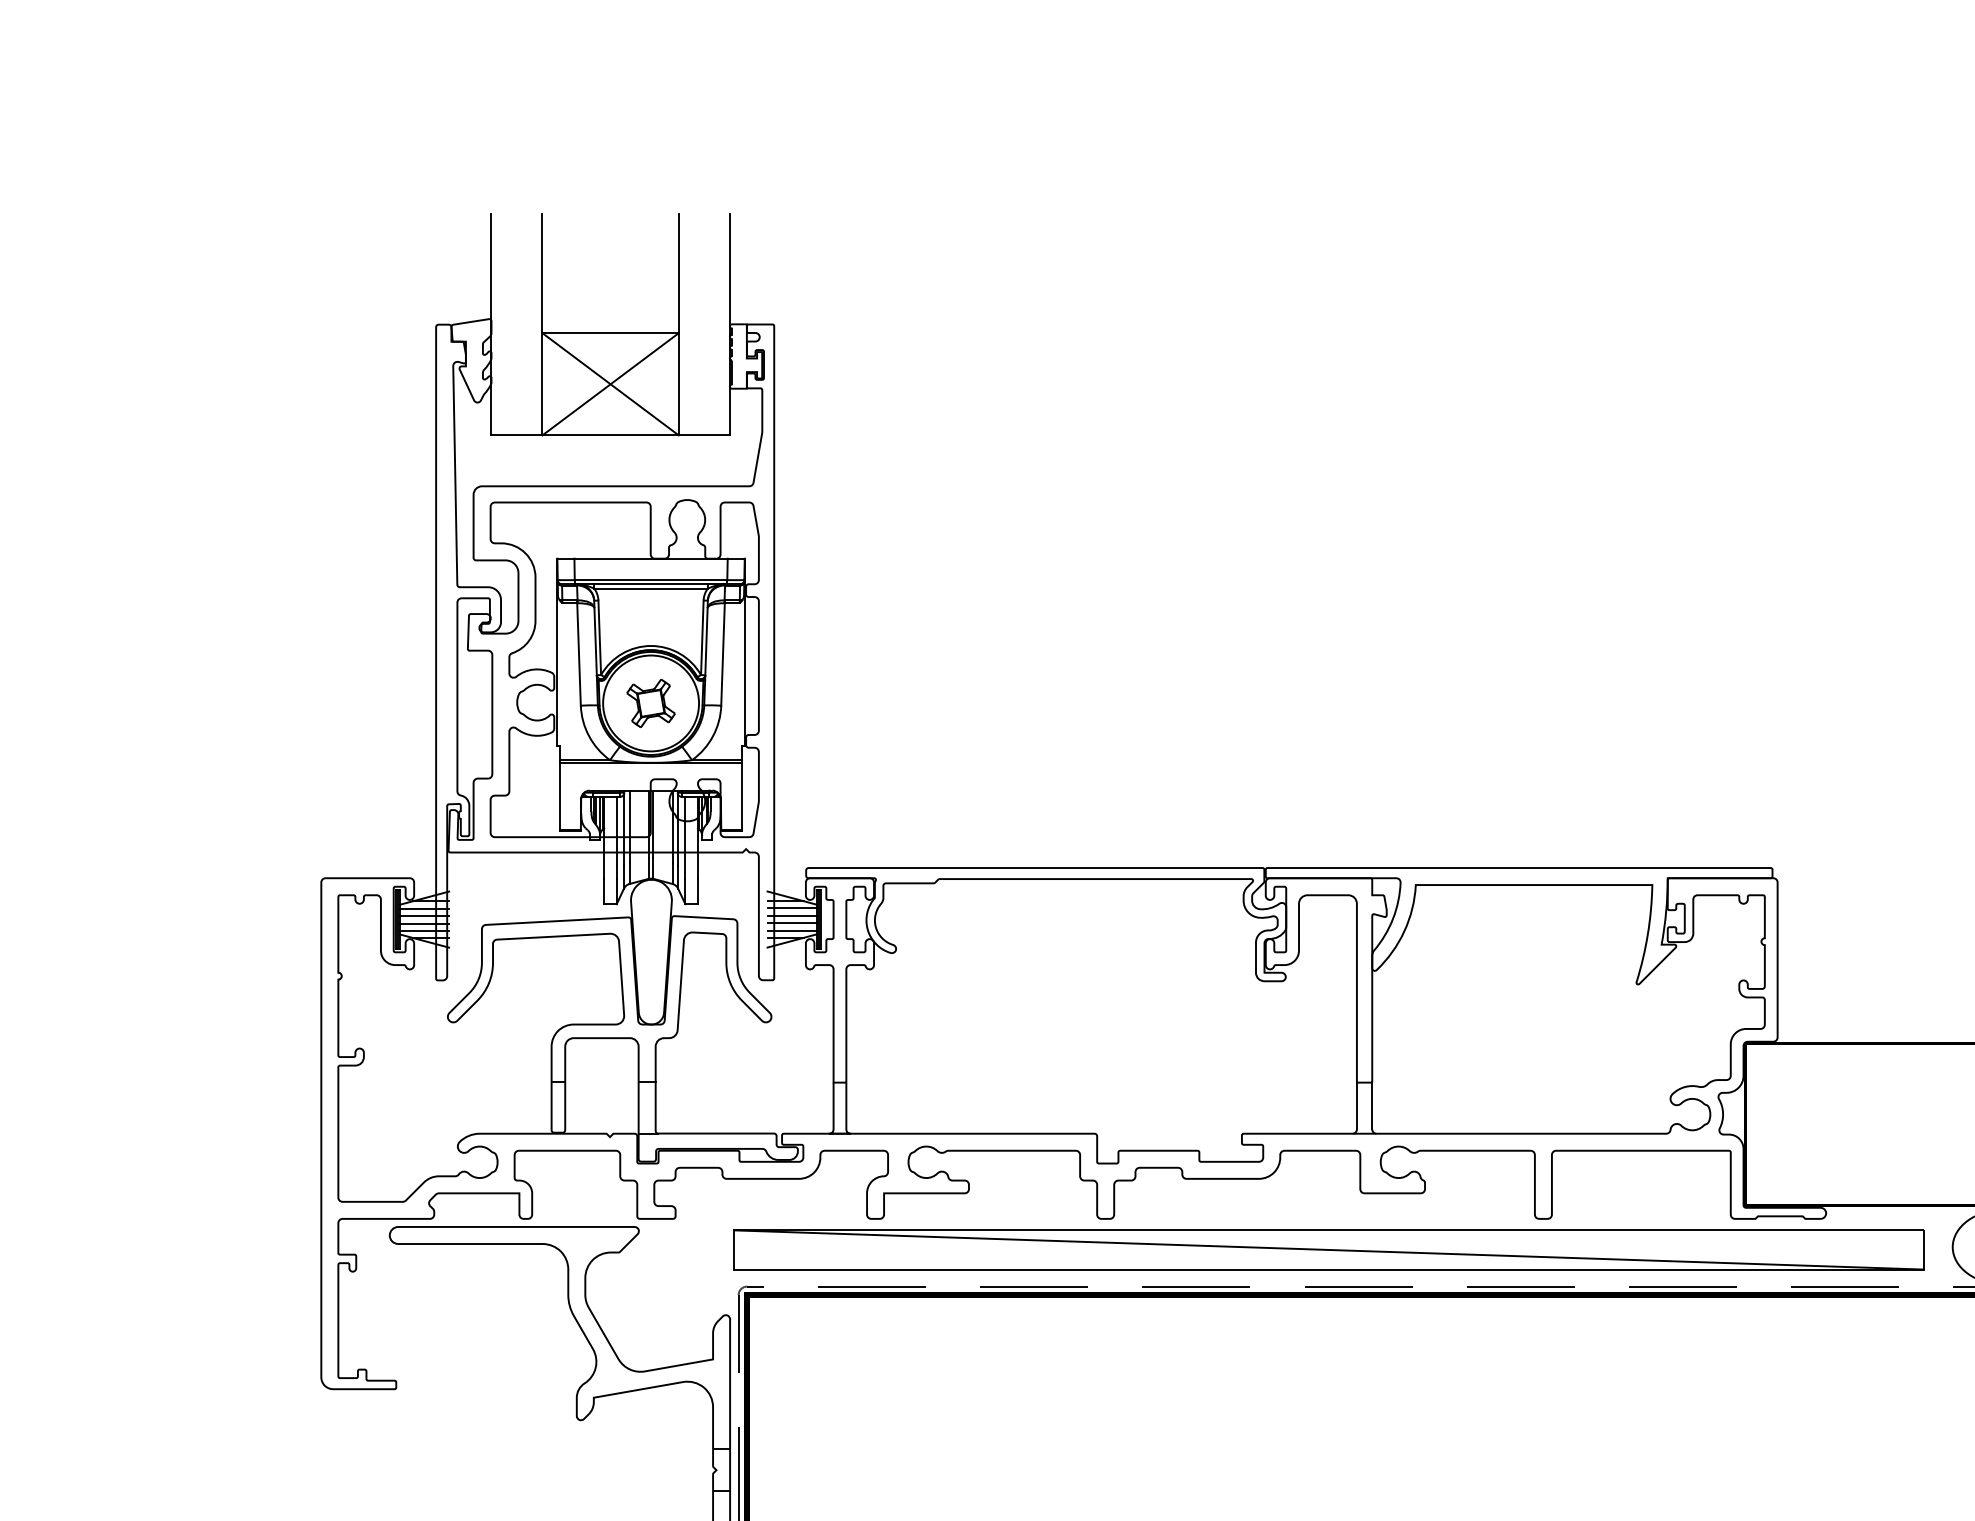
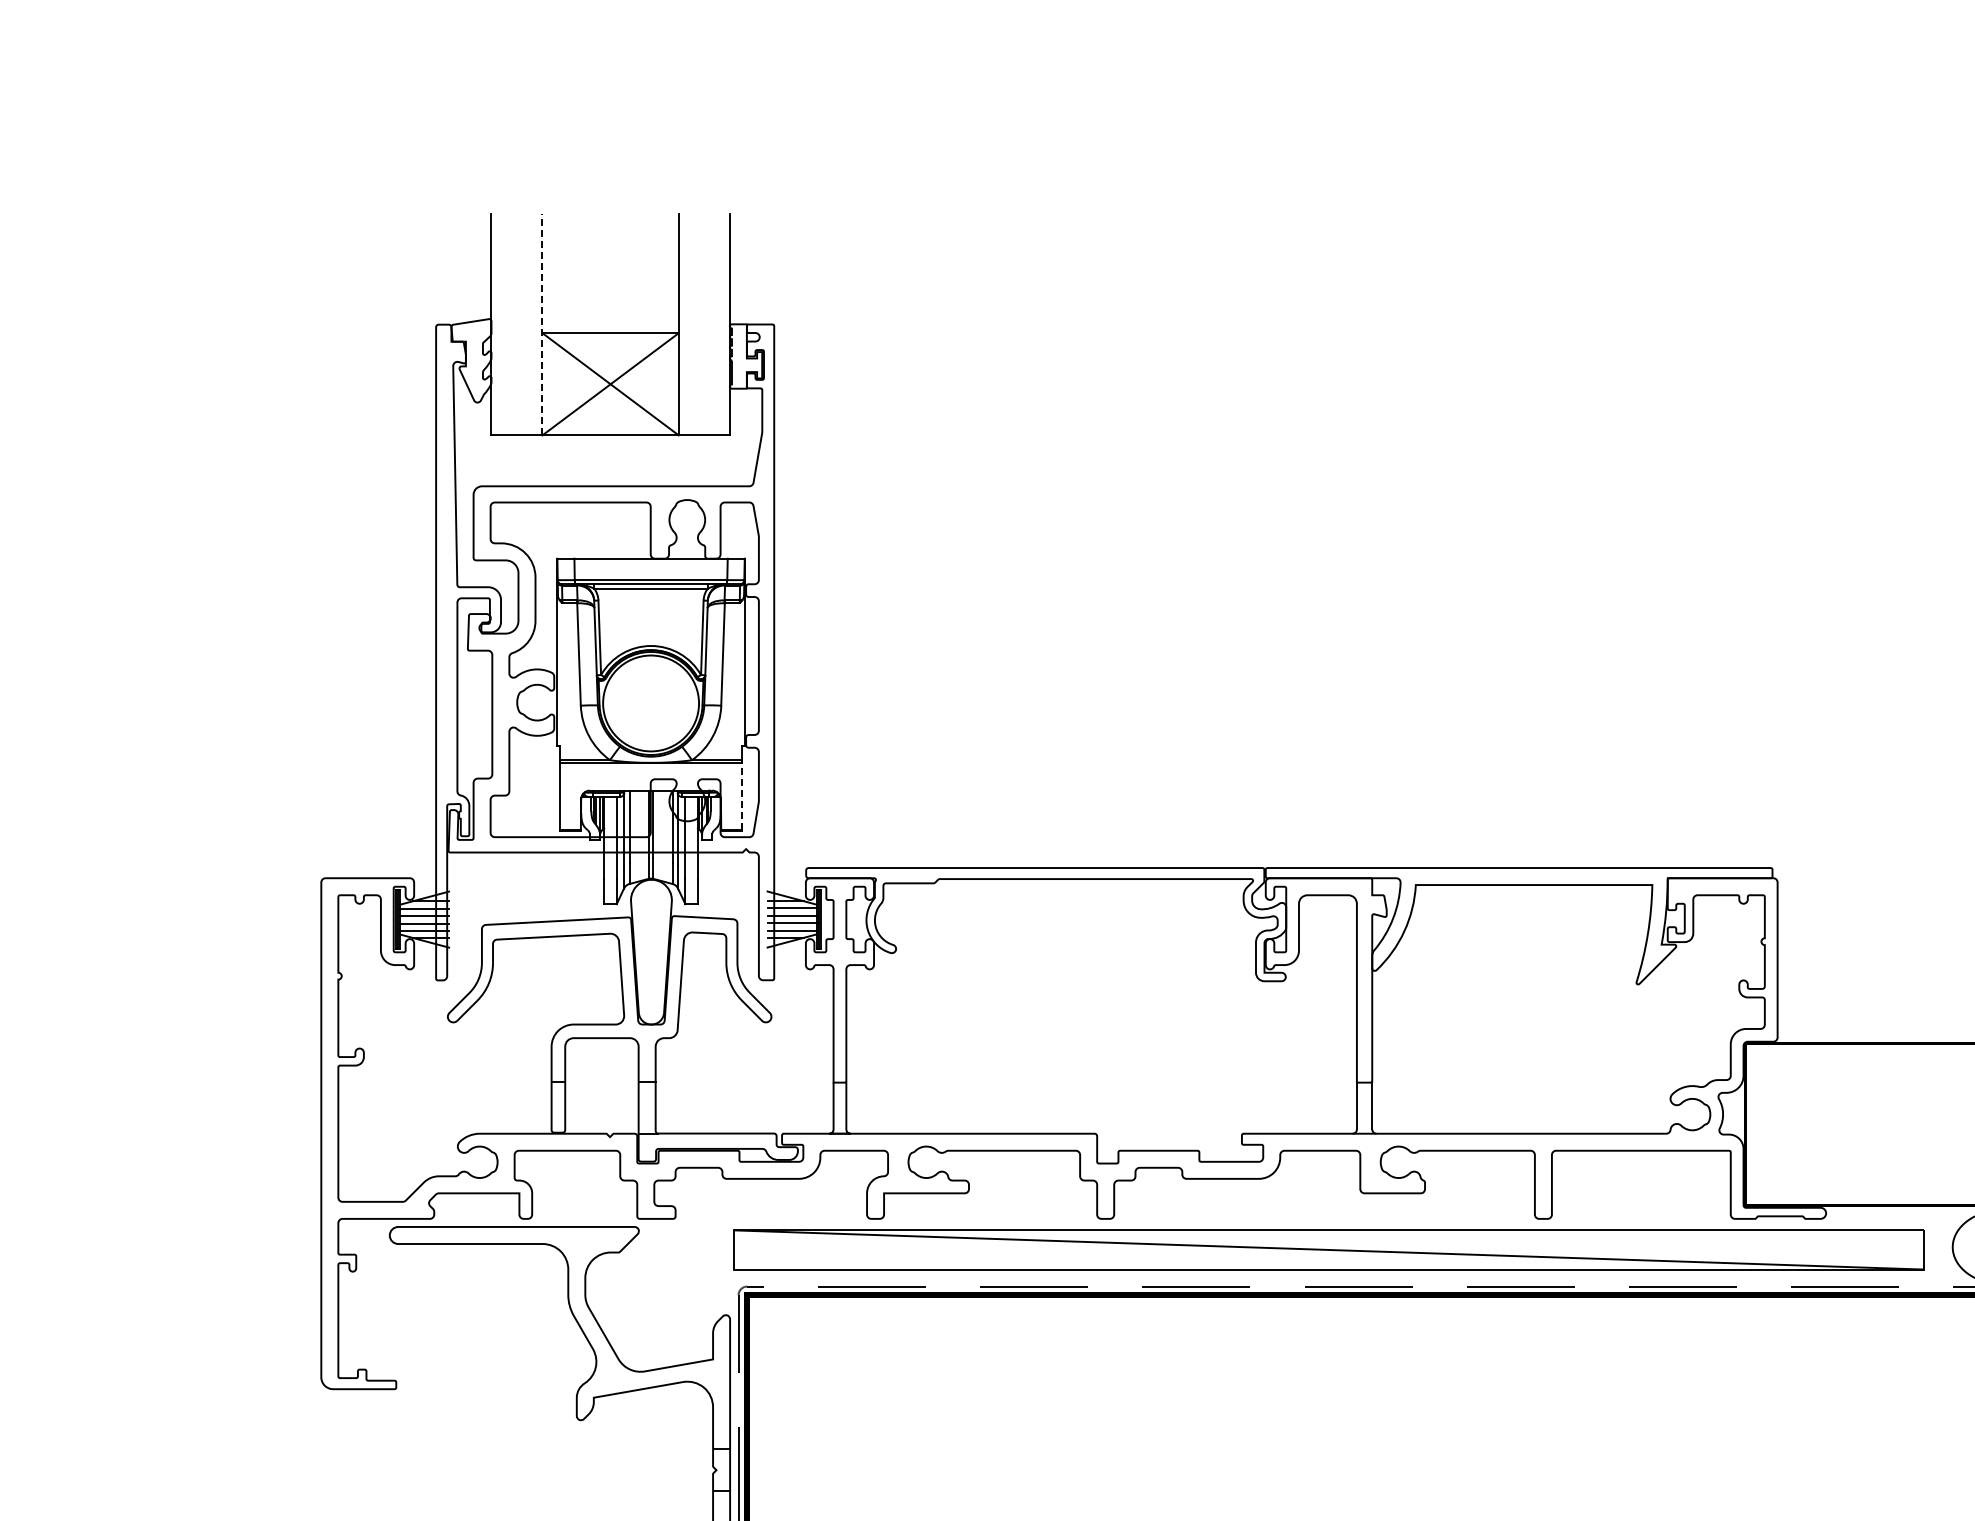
line at (542, 324): solid -> dashed
part at (650, 702): present -> none
line at (742, 796): solid -> dashed
